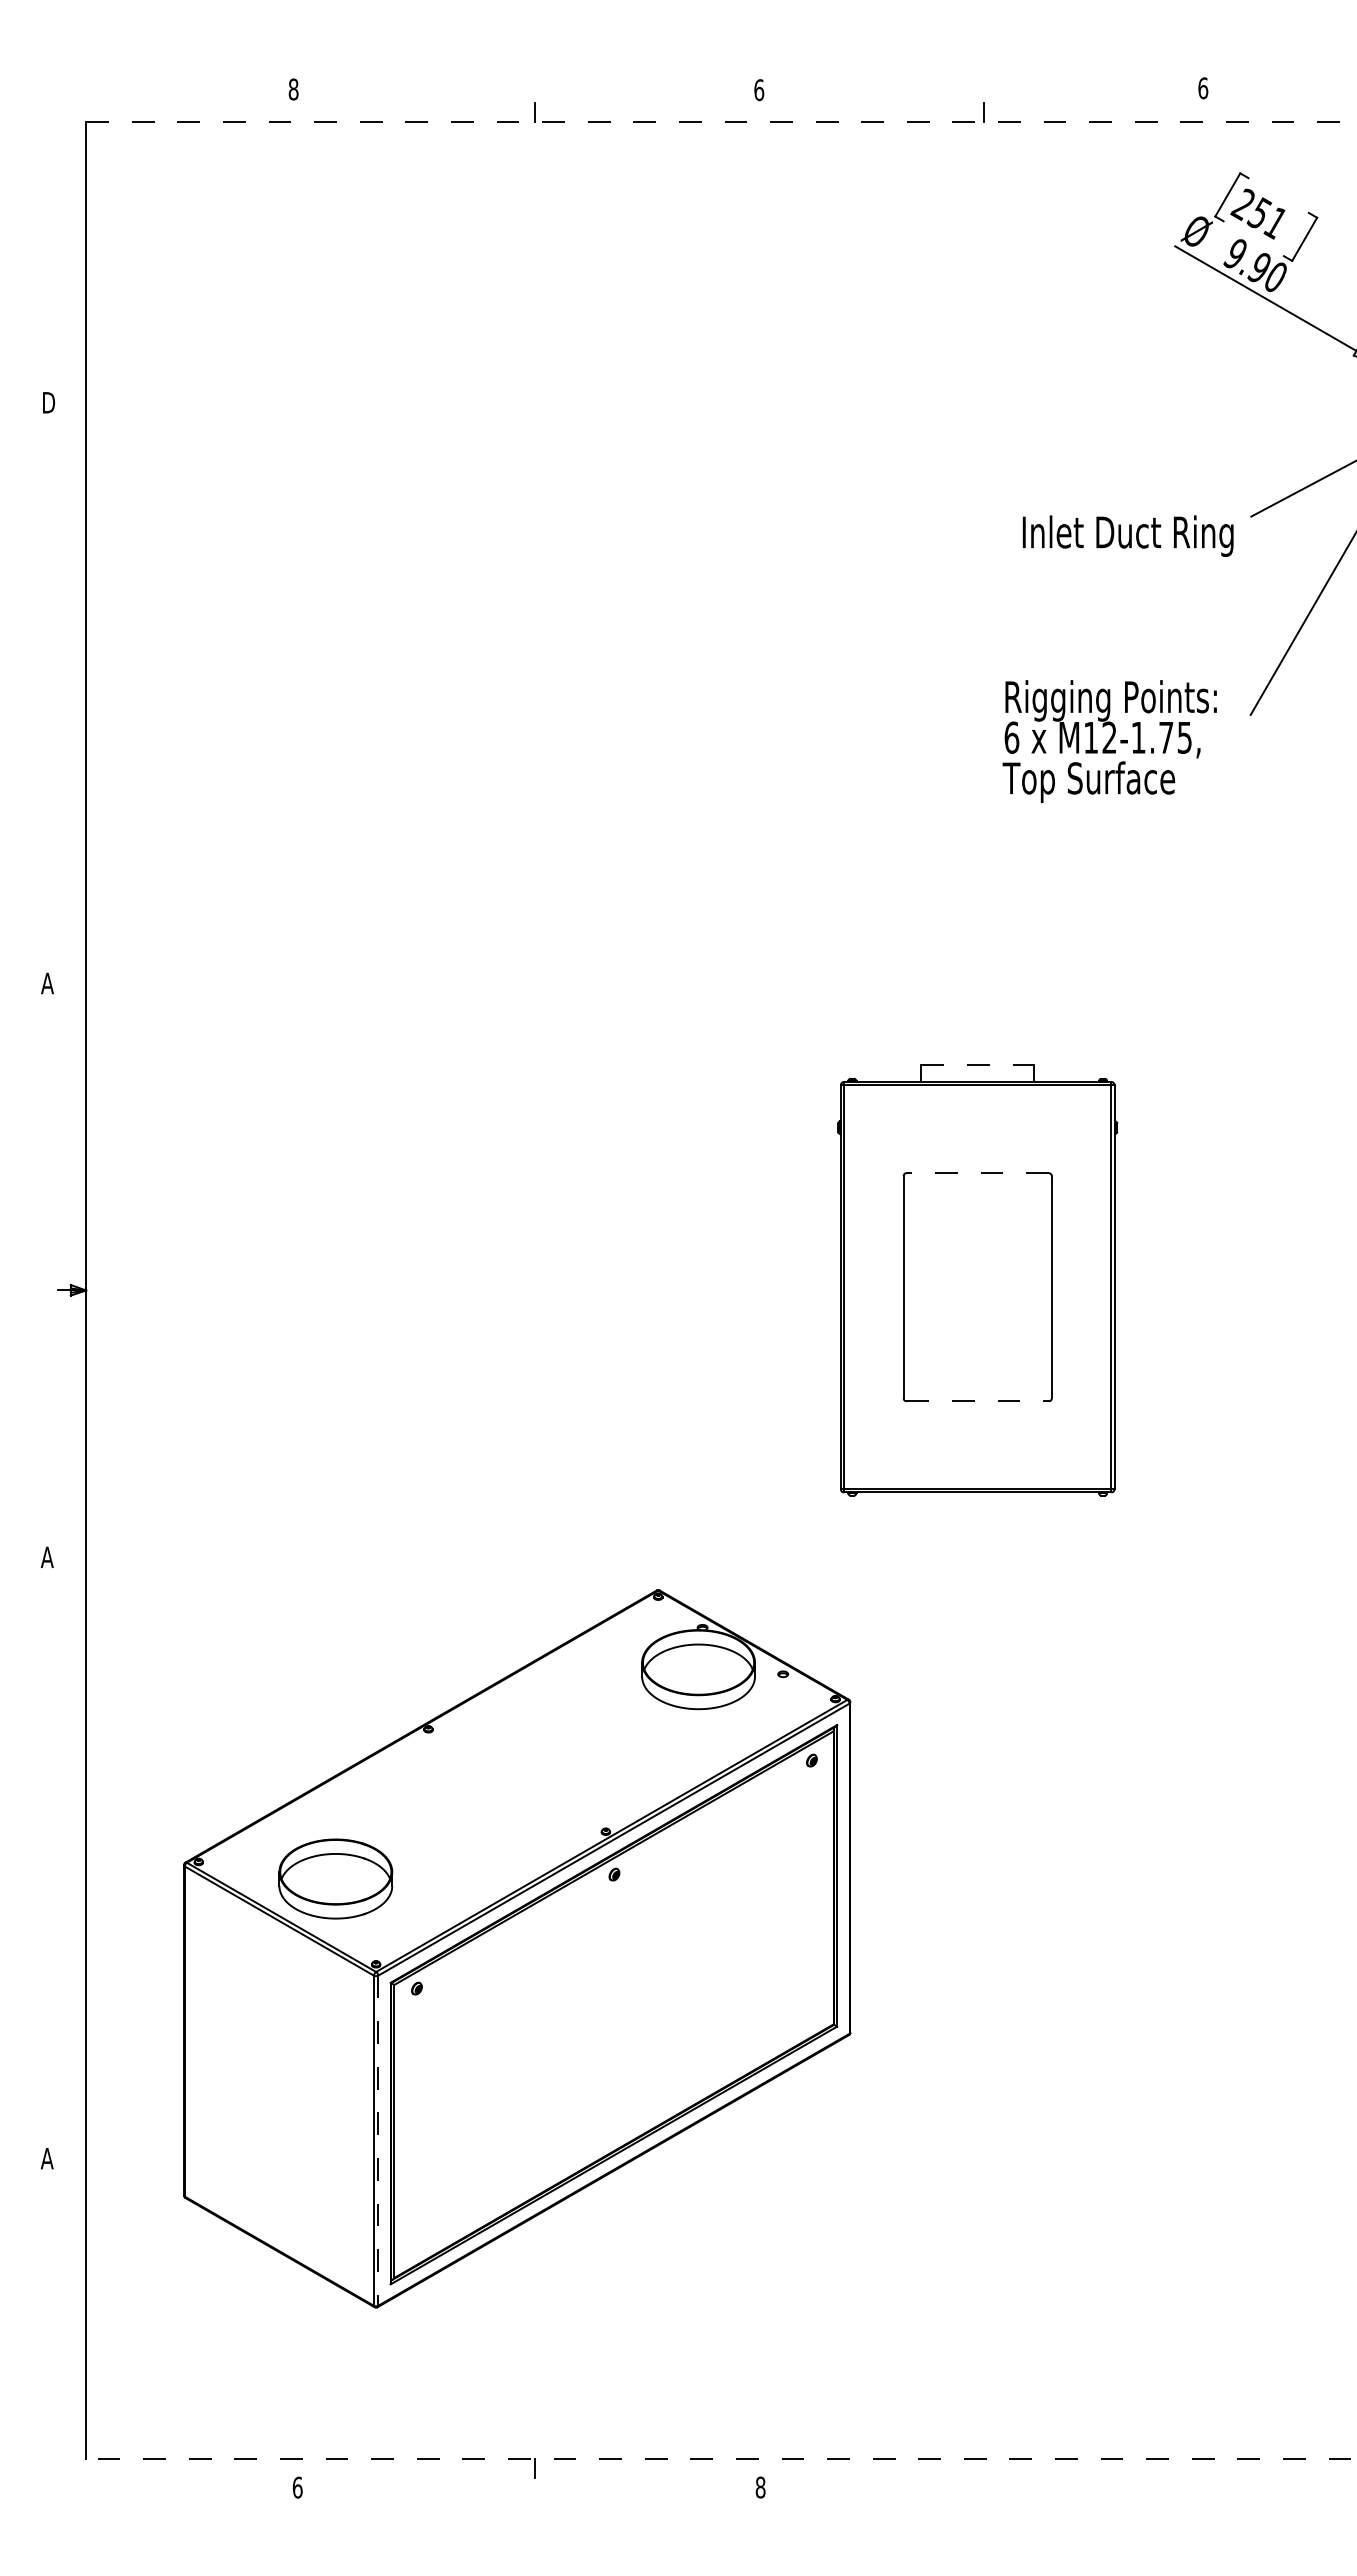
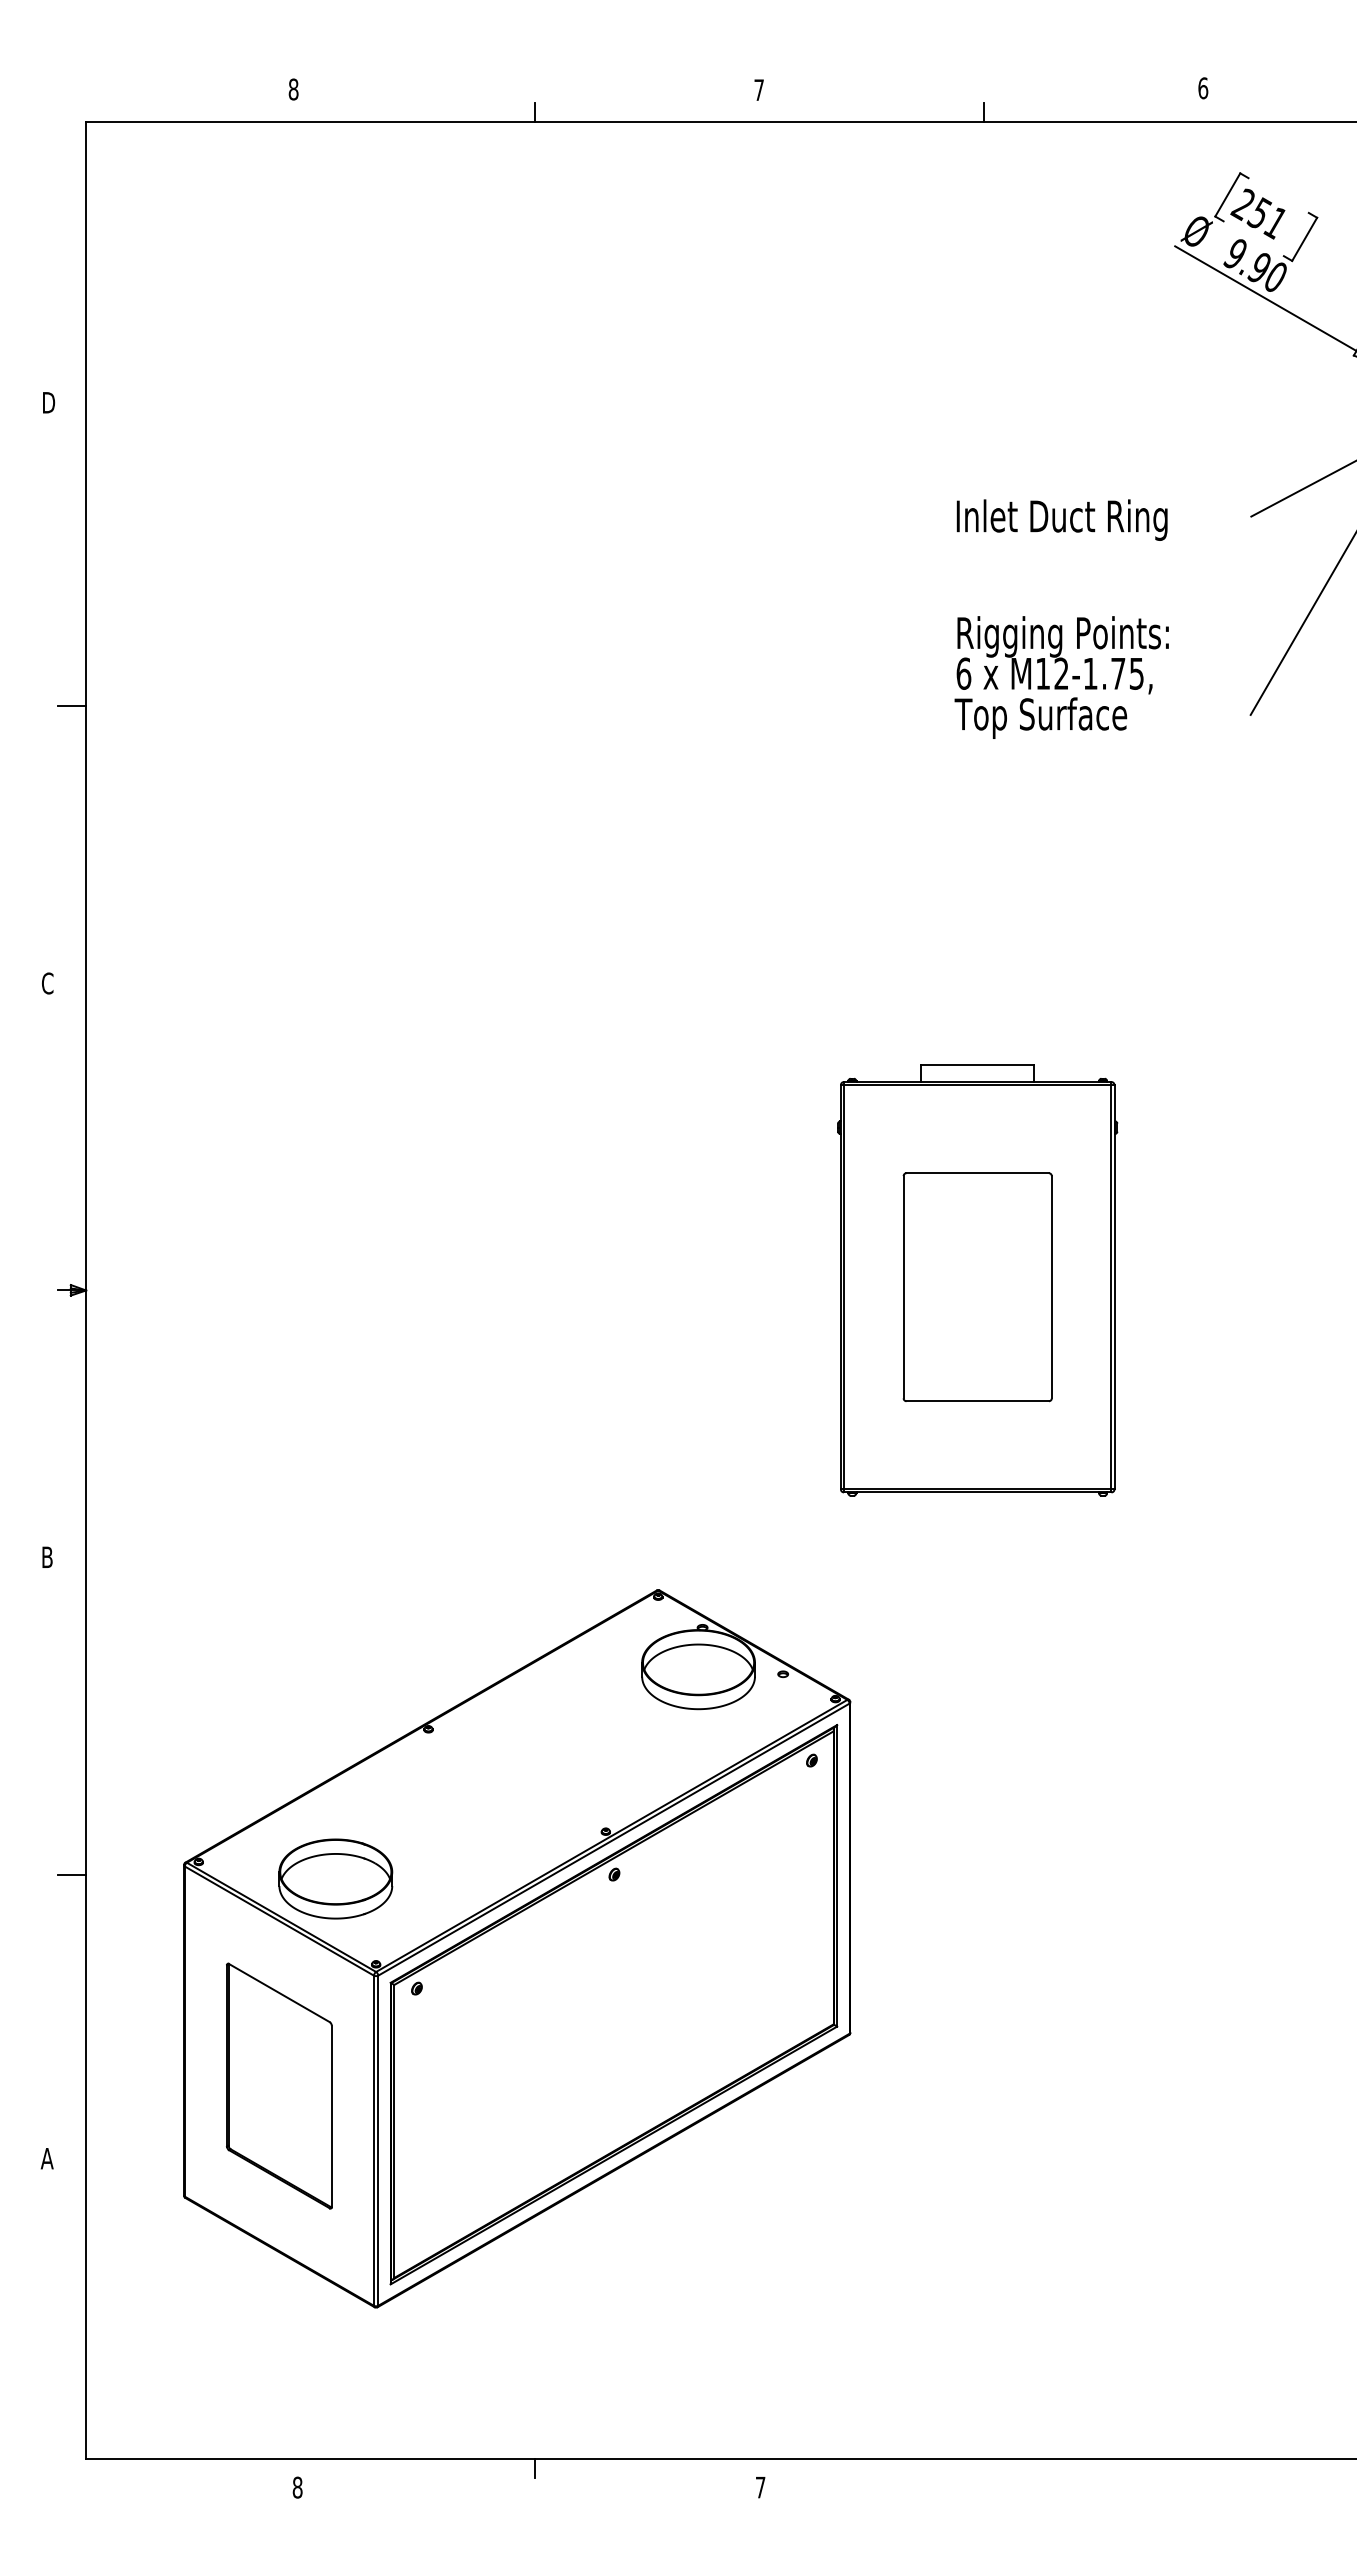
text at (759, 90): 6 -> 7
line at (721, 122): dashed -> solid
text at (1127, 535) position: (1127, 535) -> (1061, 519)
line at (71, 706): none -> present
text at (1109, 741) position: (1109, 741) -> (1061, 677)
text at (47, 983): A -> C
line at (978, 1064): dashed -> solid
line at (977, 1173): dashed -> solid
line at (978, 1401): dashed -> solid
text at (46, 1556): A -> B
line at (71, 1874): none -> present
part at (279, 2085): none -> present
line at (378, 2141): dashed -> solid
line at (721, 2458): dashed -> solid
text at (297, 2487): 6 -> 8
text at (760, 2487): 8 -> 7
